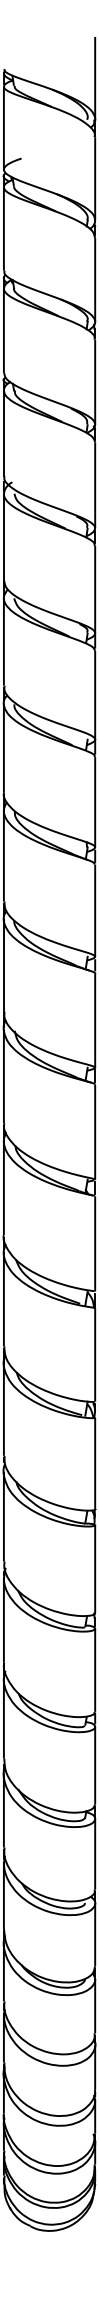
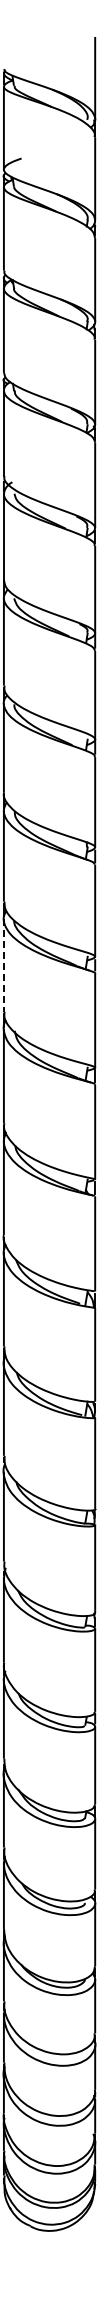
line at (3, 965): solid -> dashed
